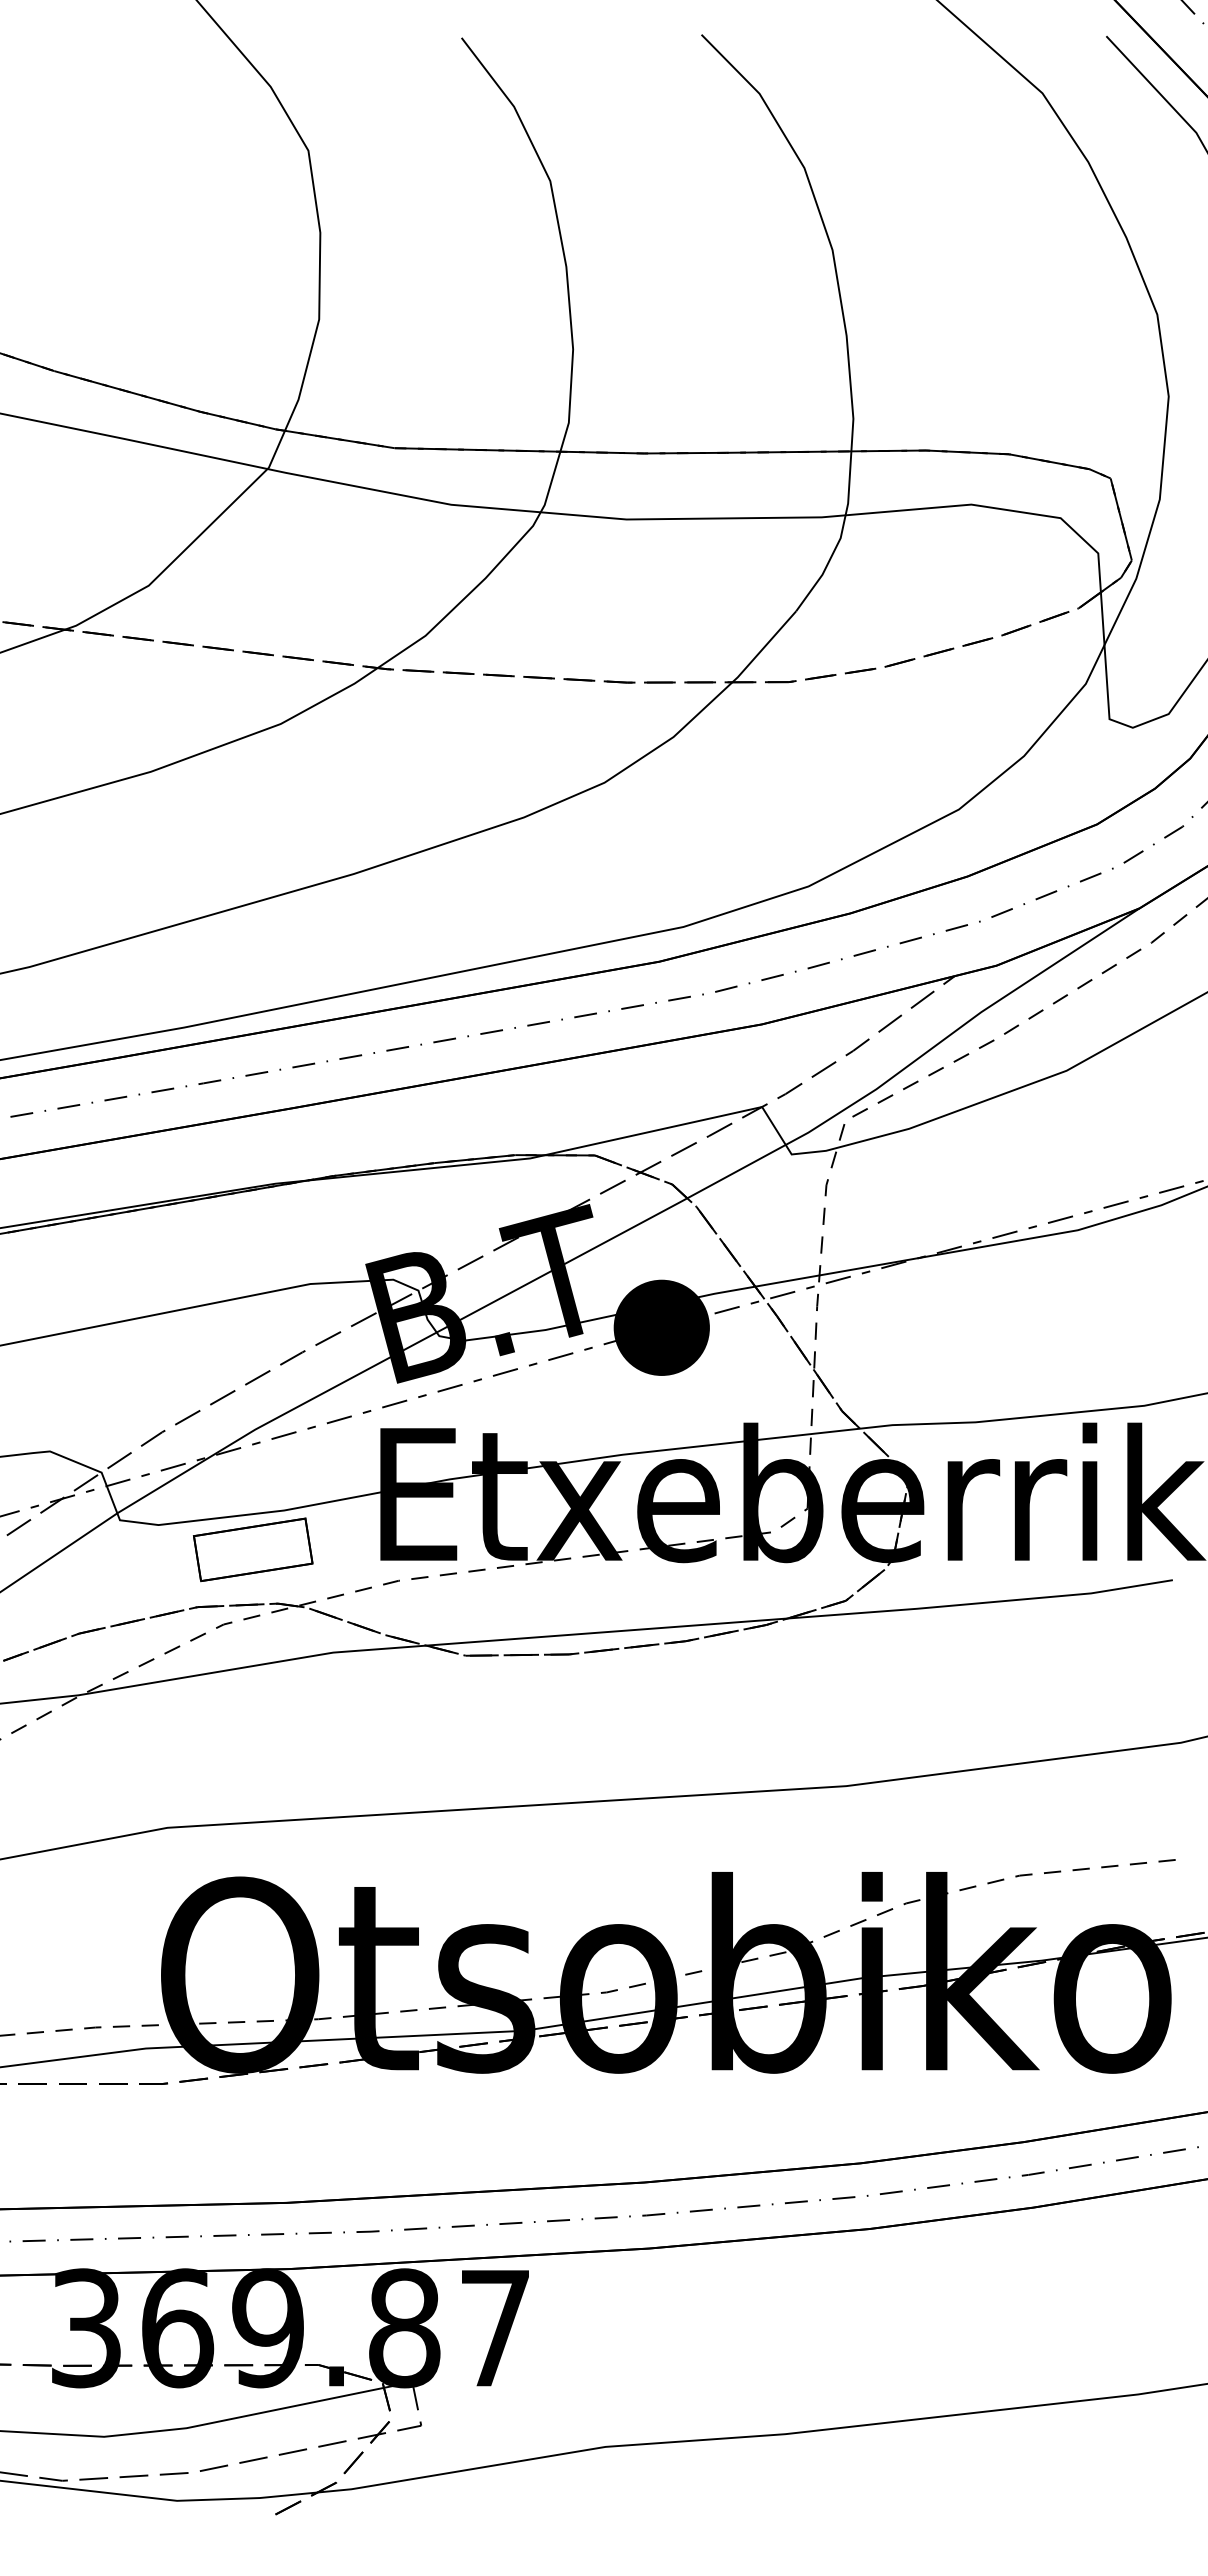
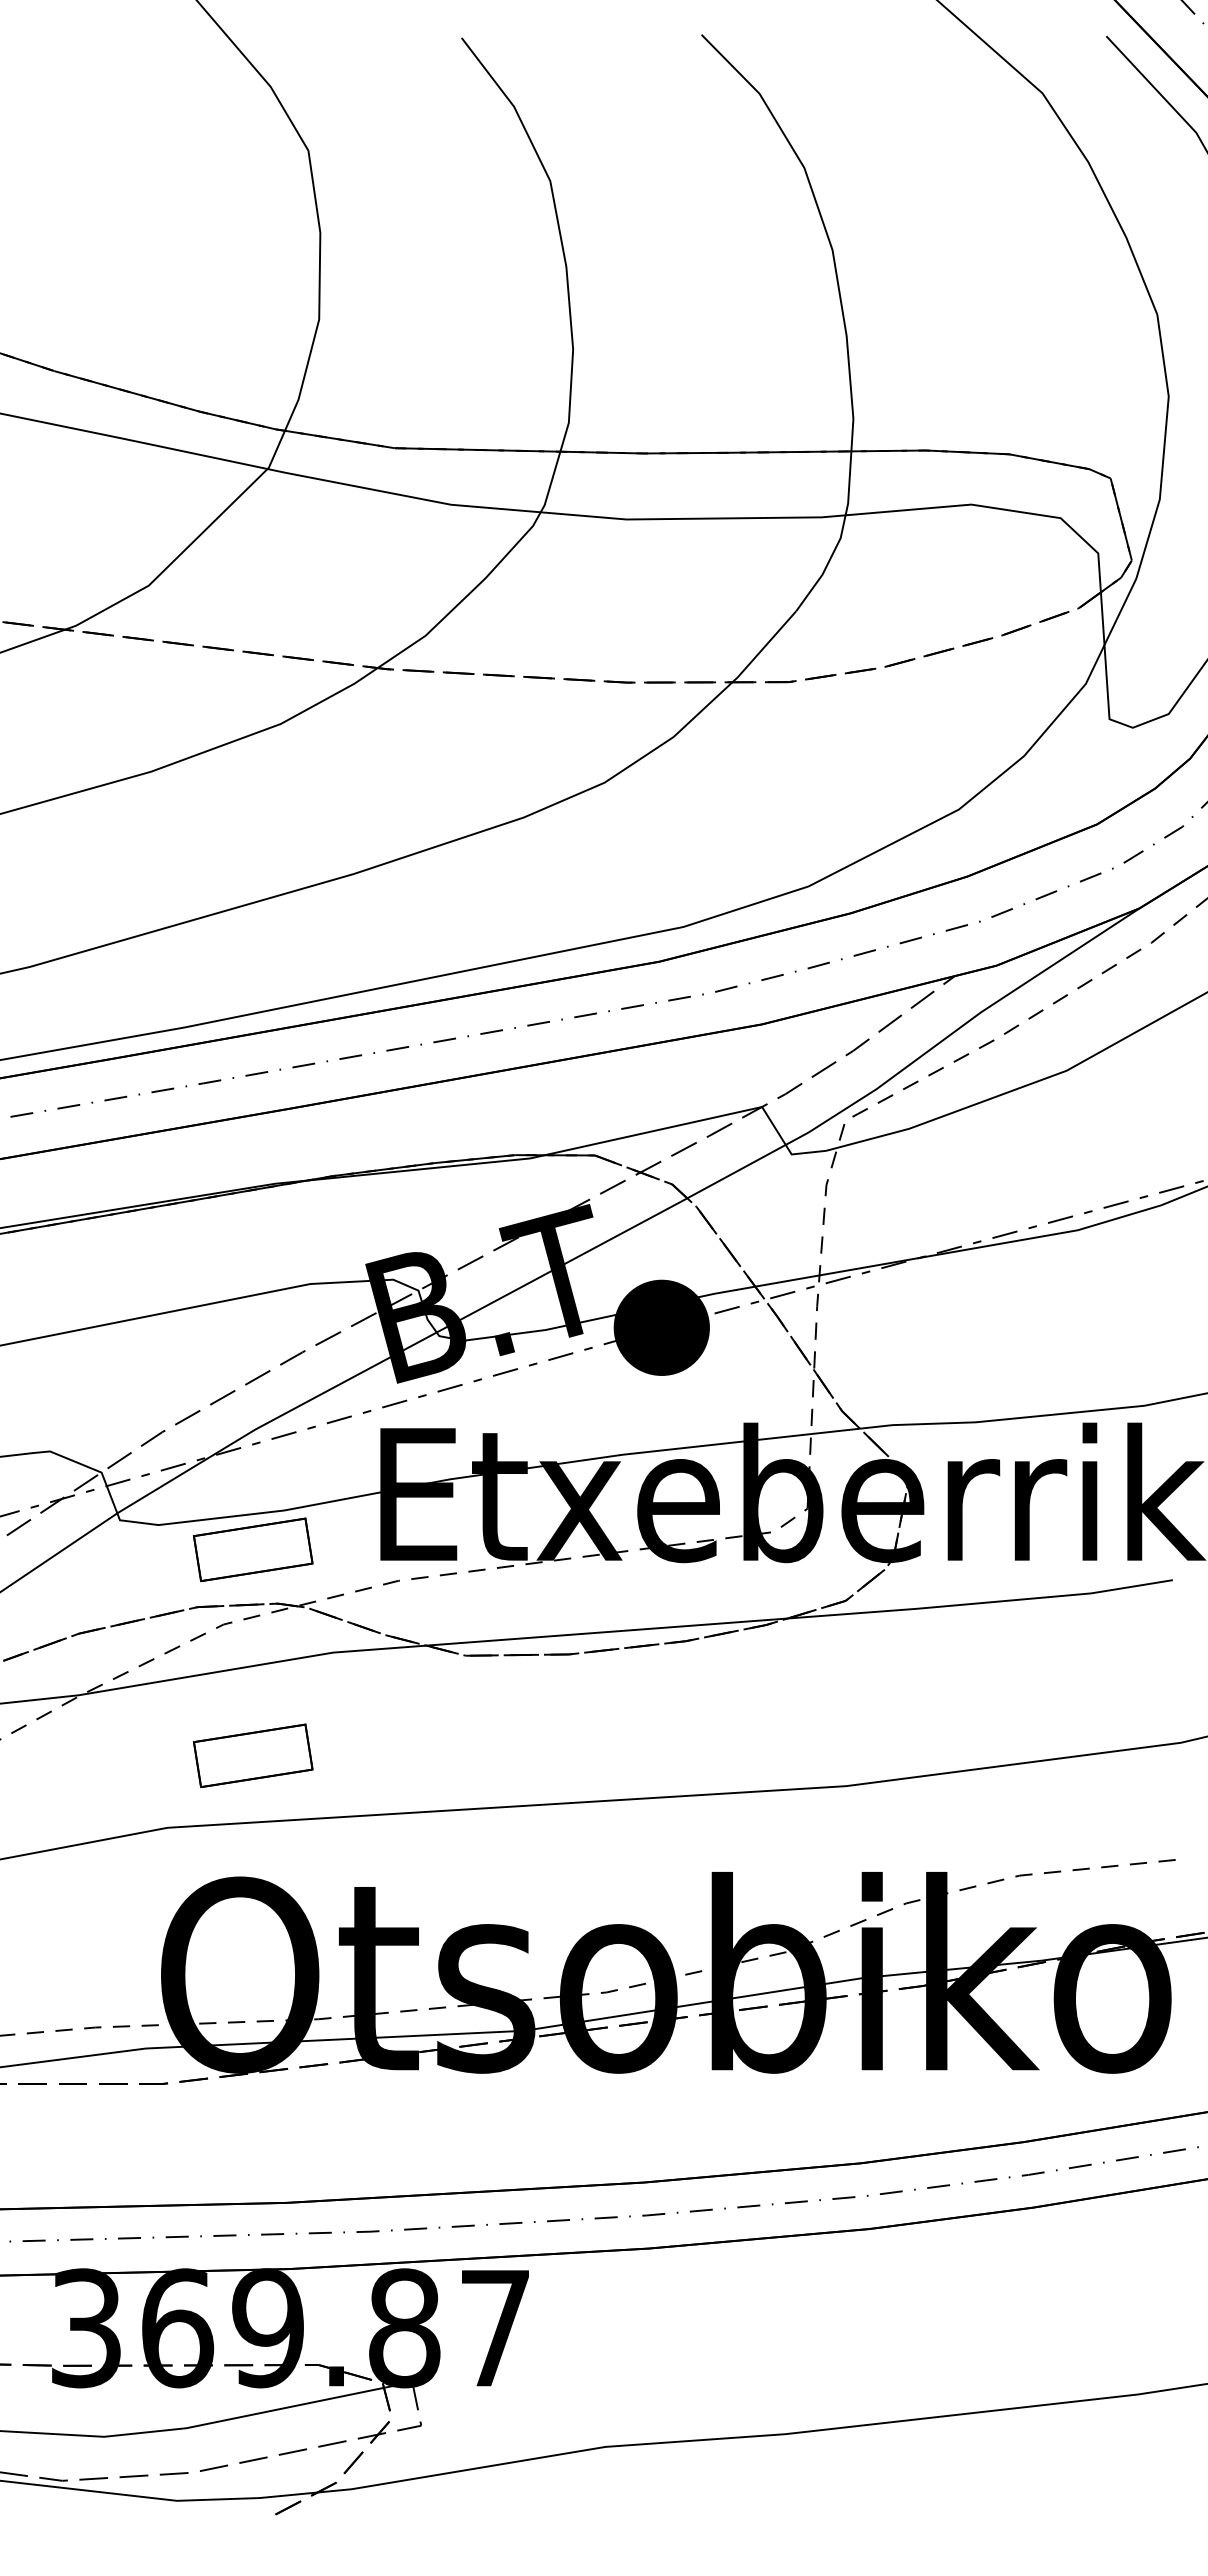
part at (253, 1755): none -> present
